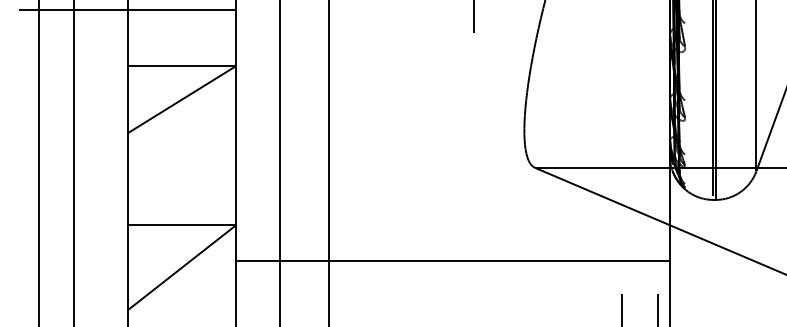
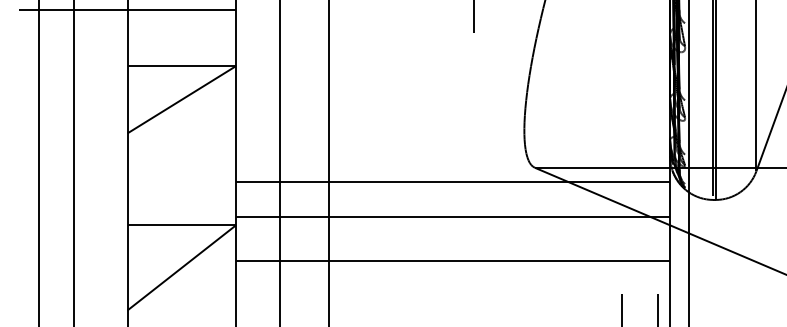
line at (688, 162): none -> present
line at (453, 182): none -> present
line at (453, 216): none -> present
